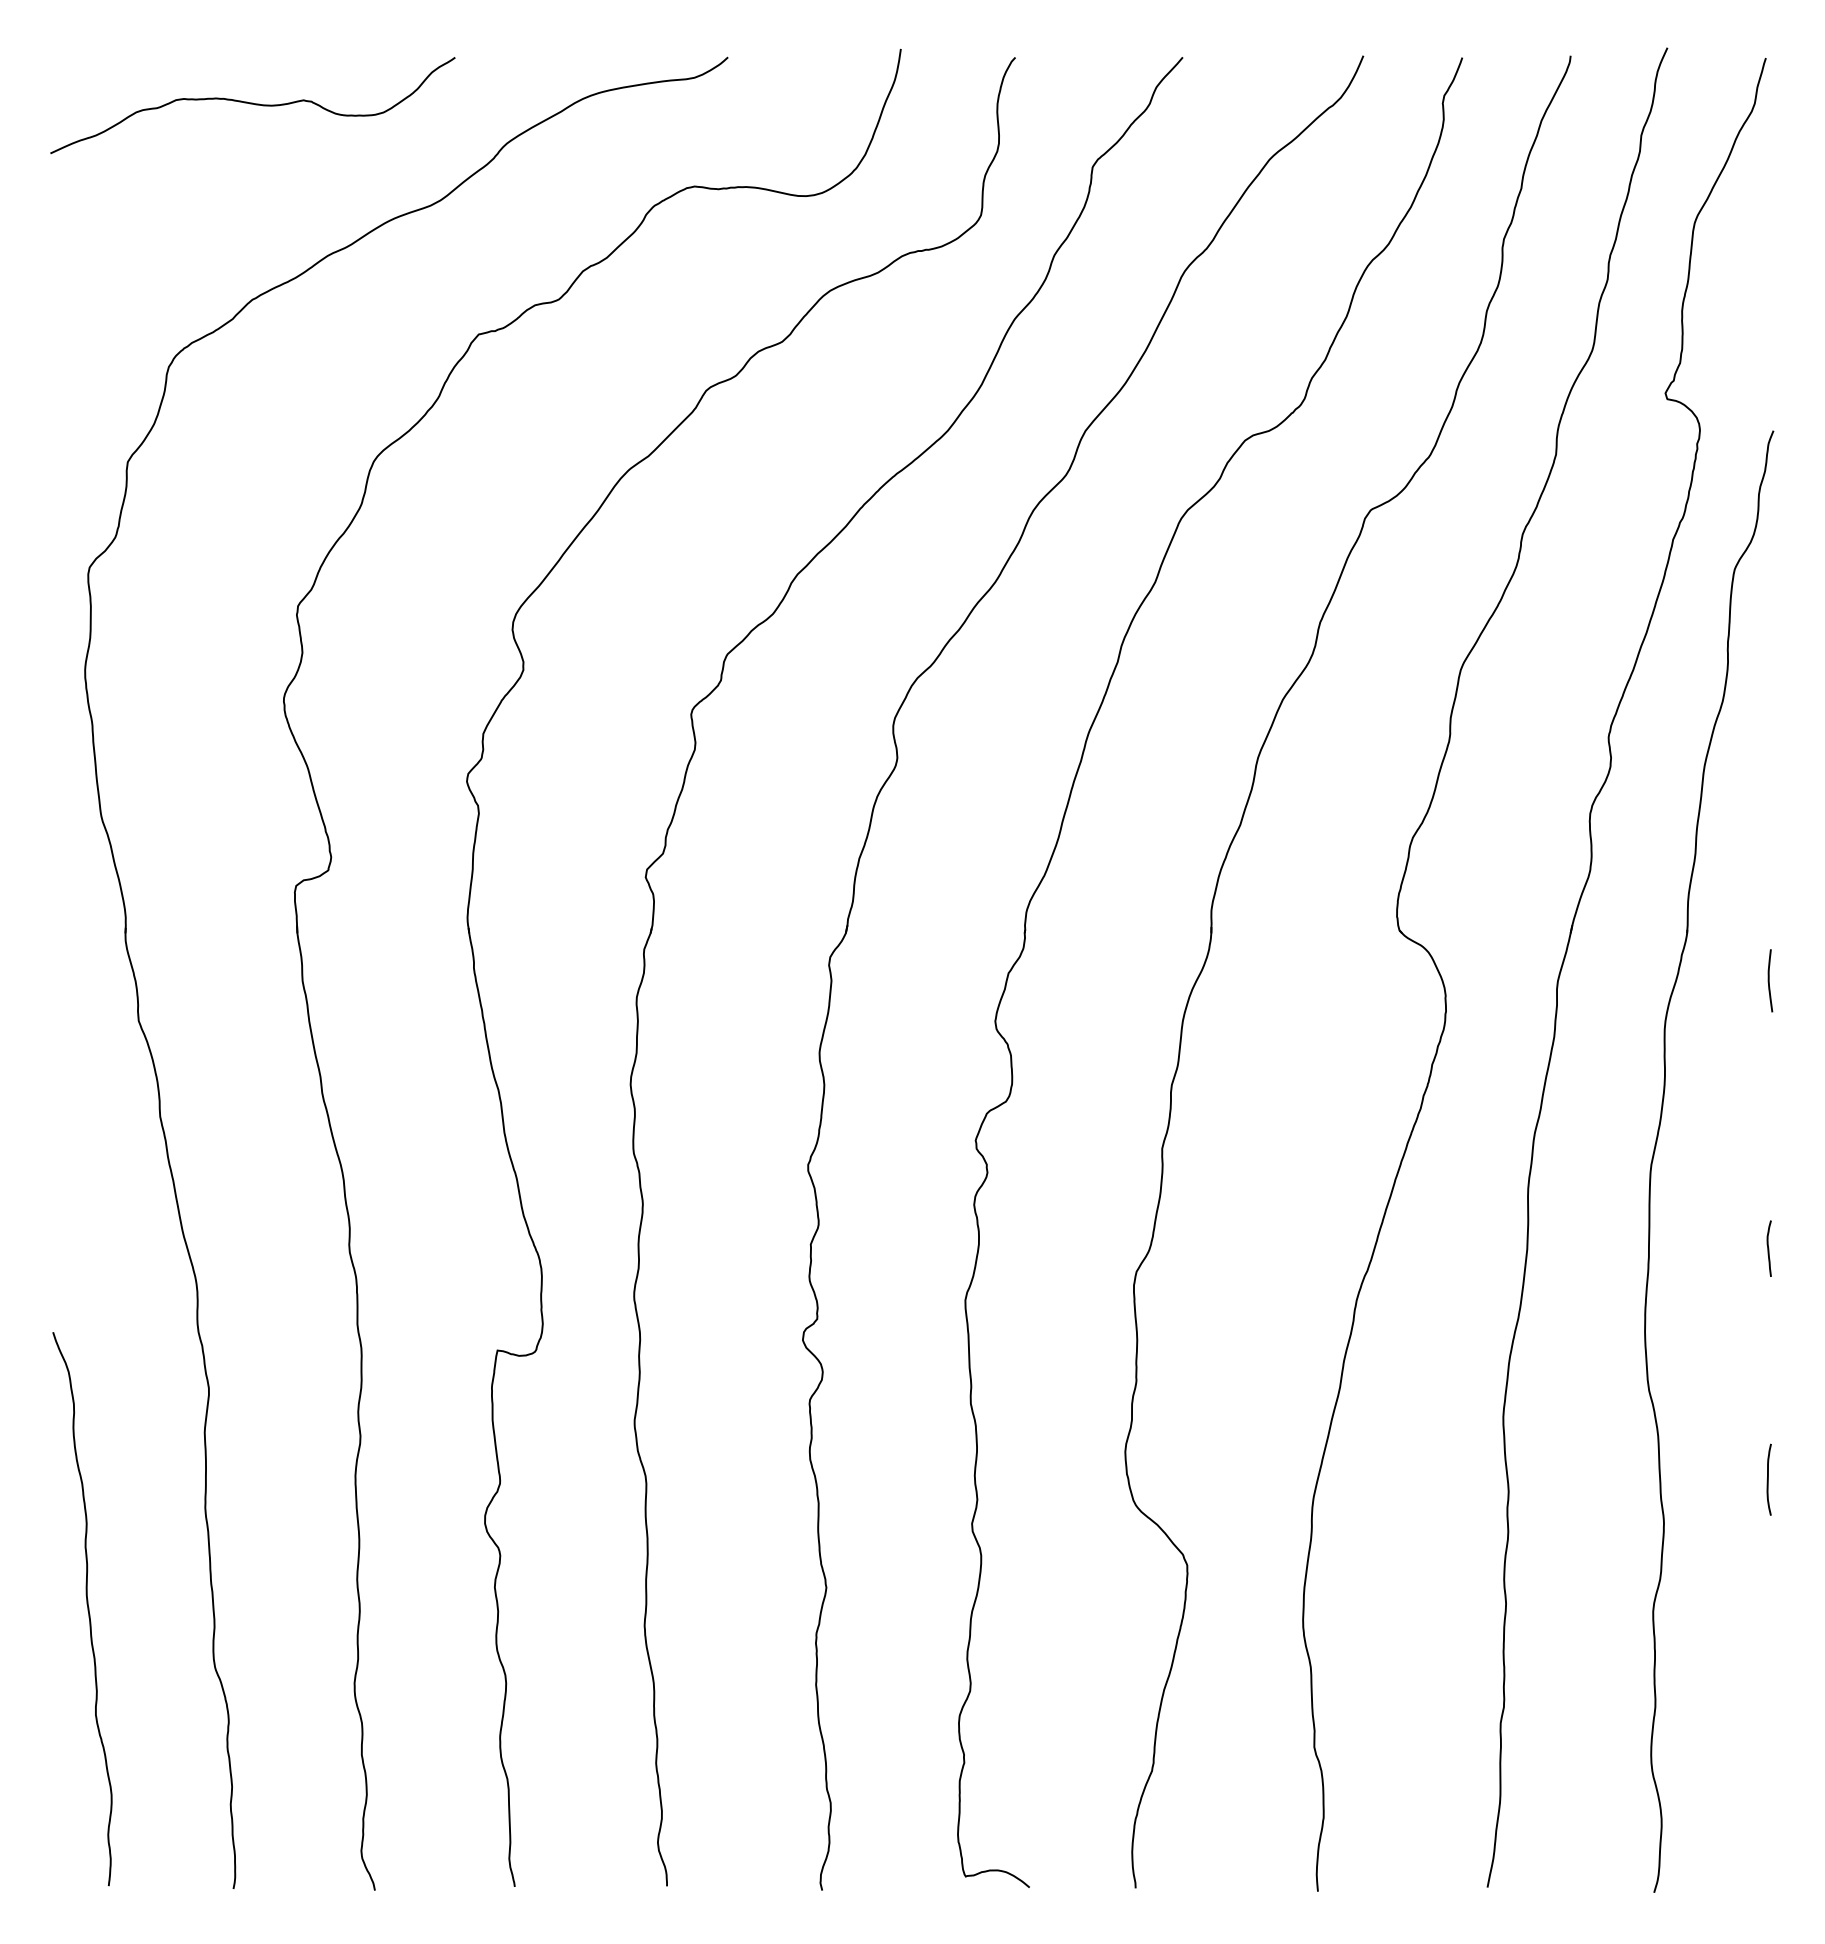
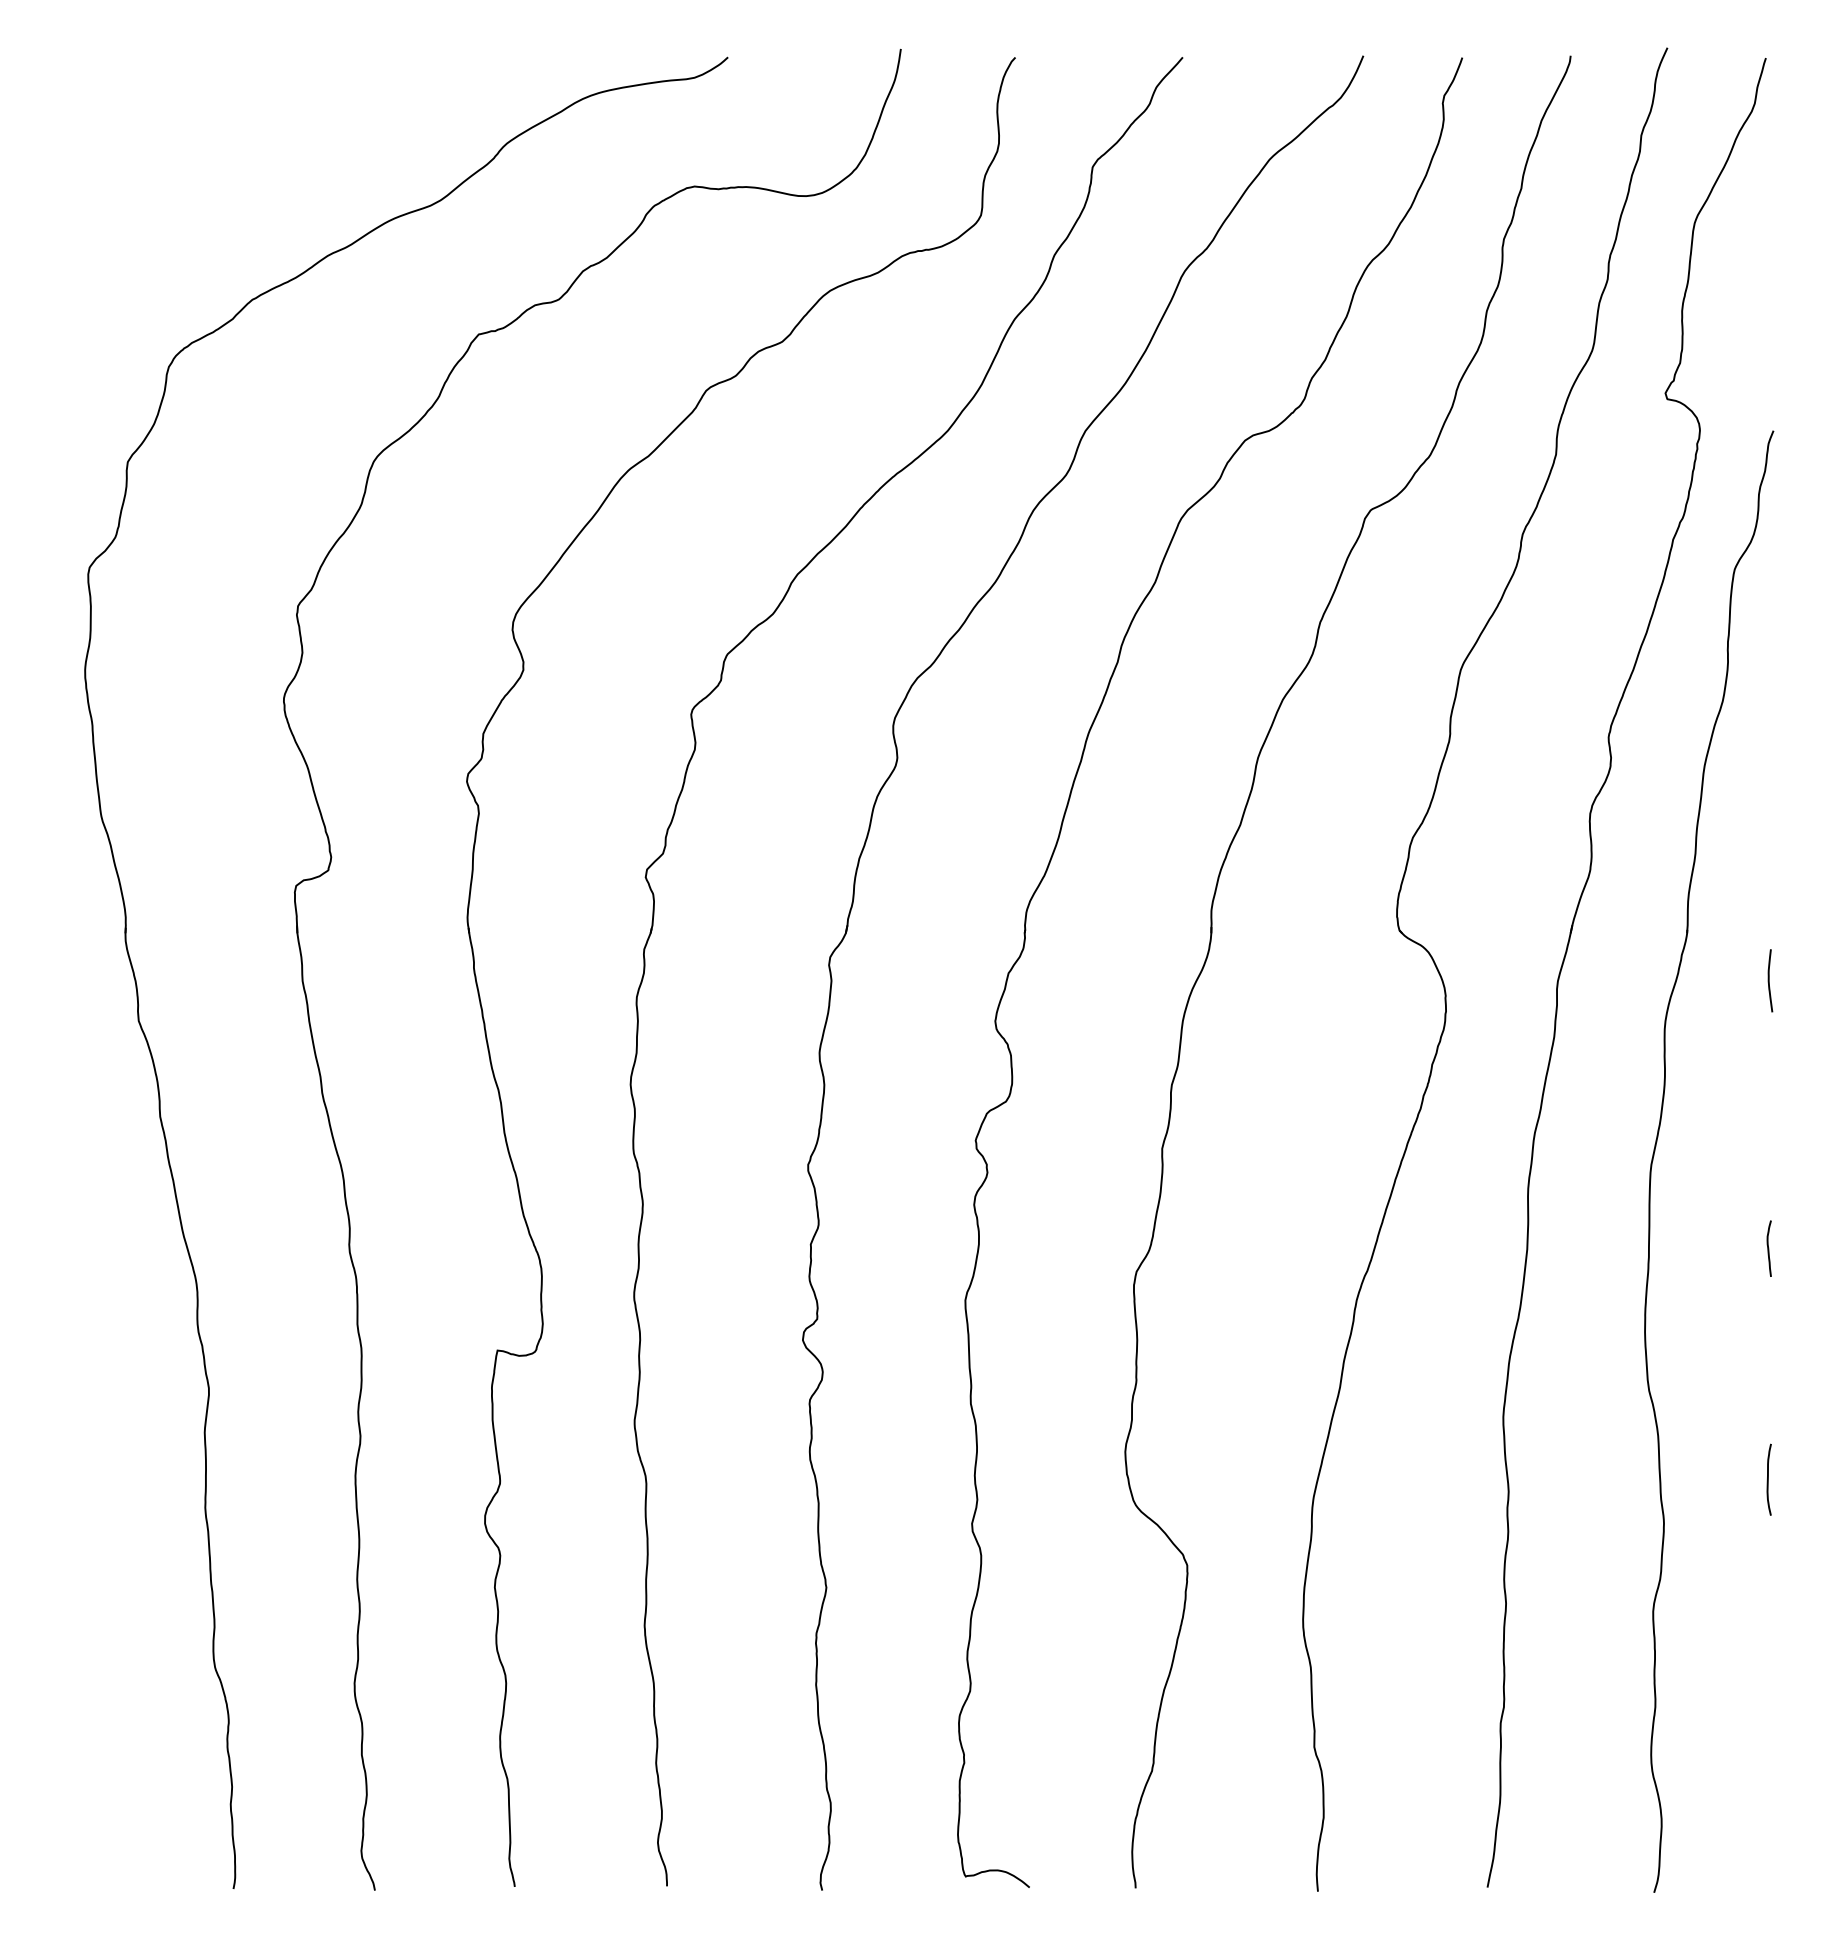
curve at (252, 104): present -> none
curve at (87, 1609): present -> none
